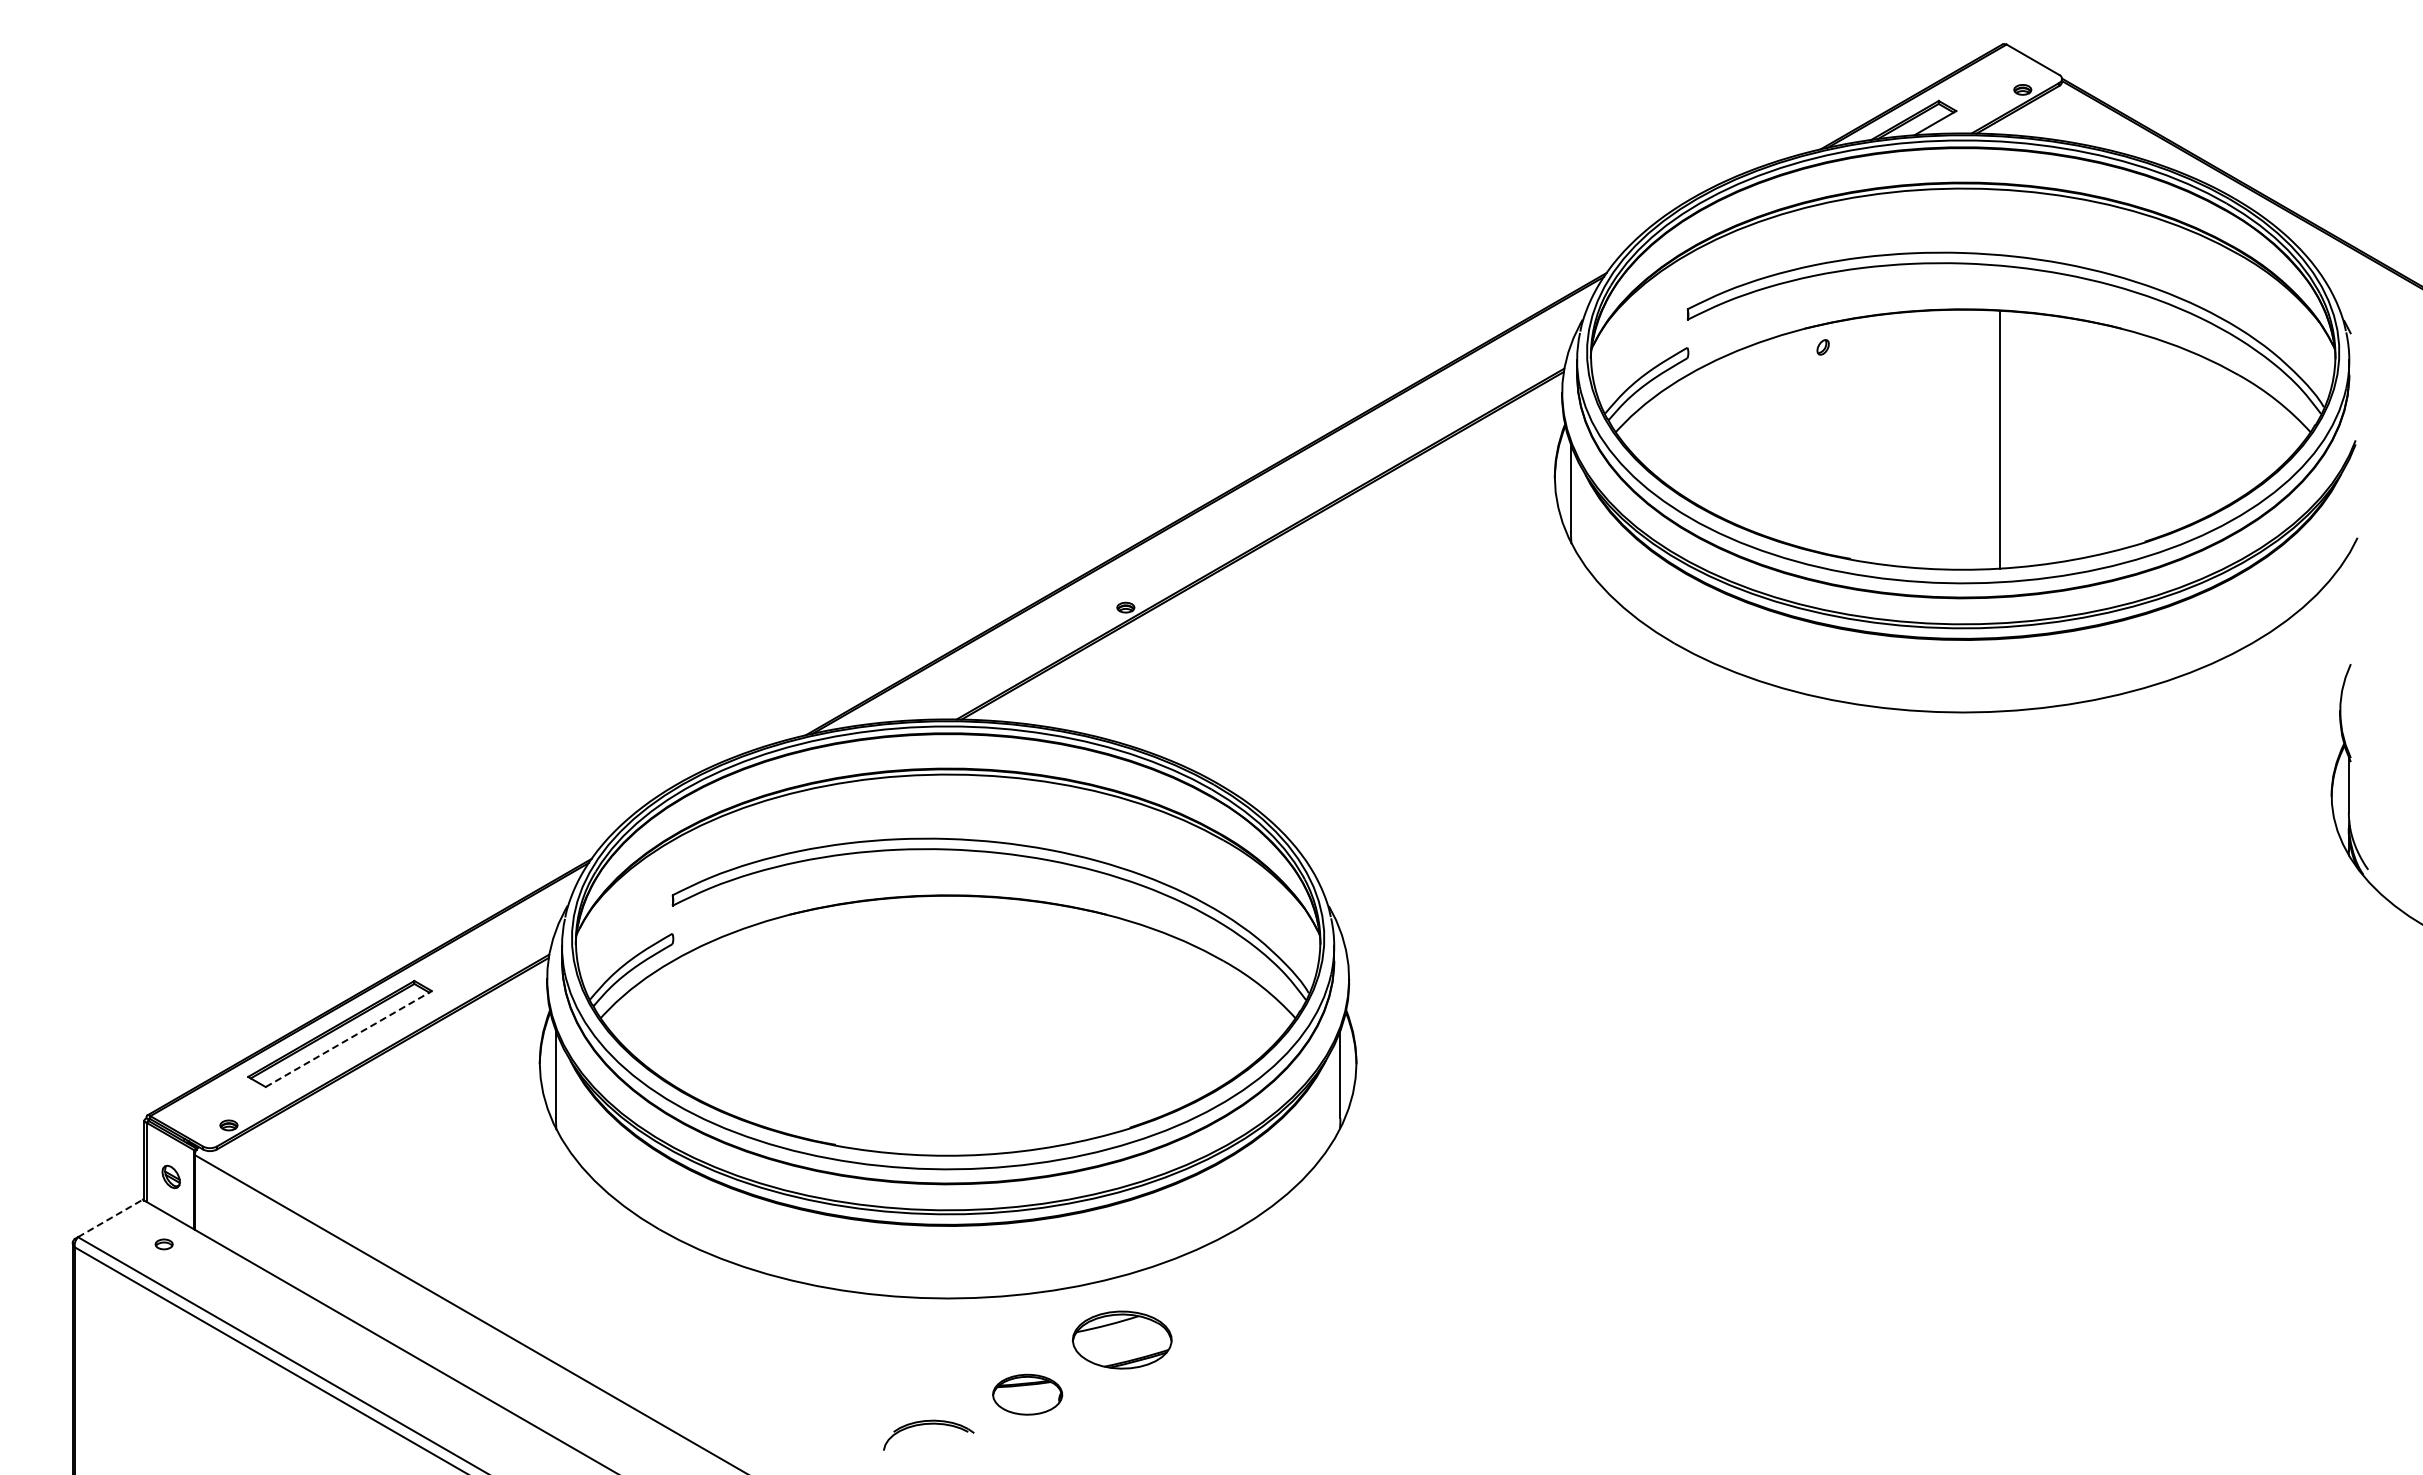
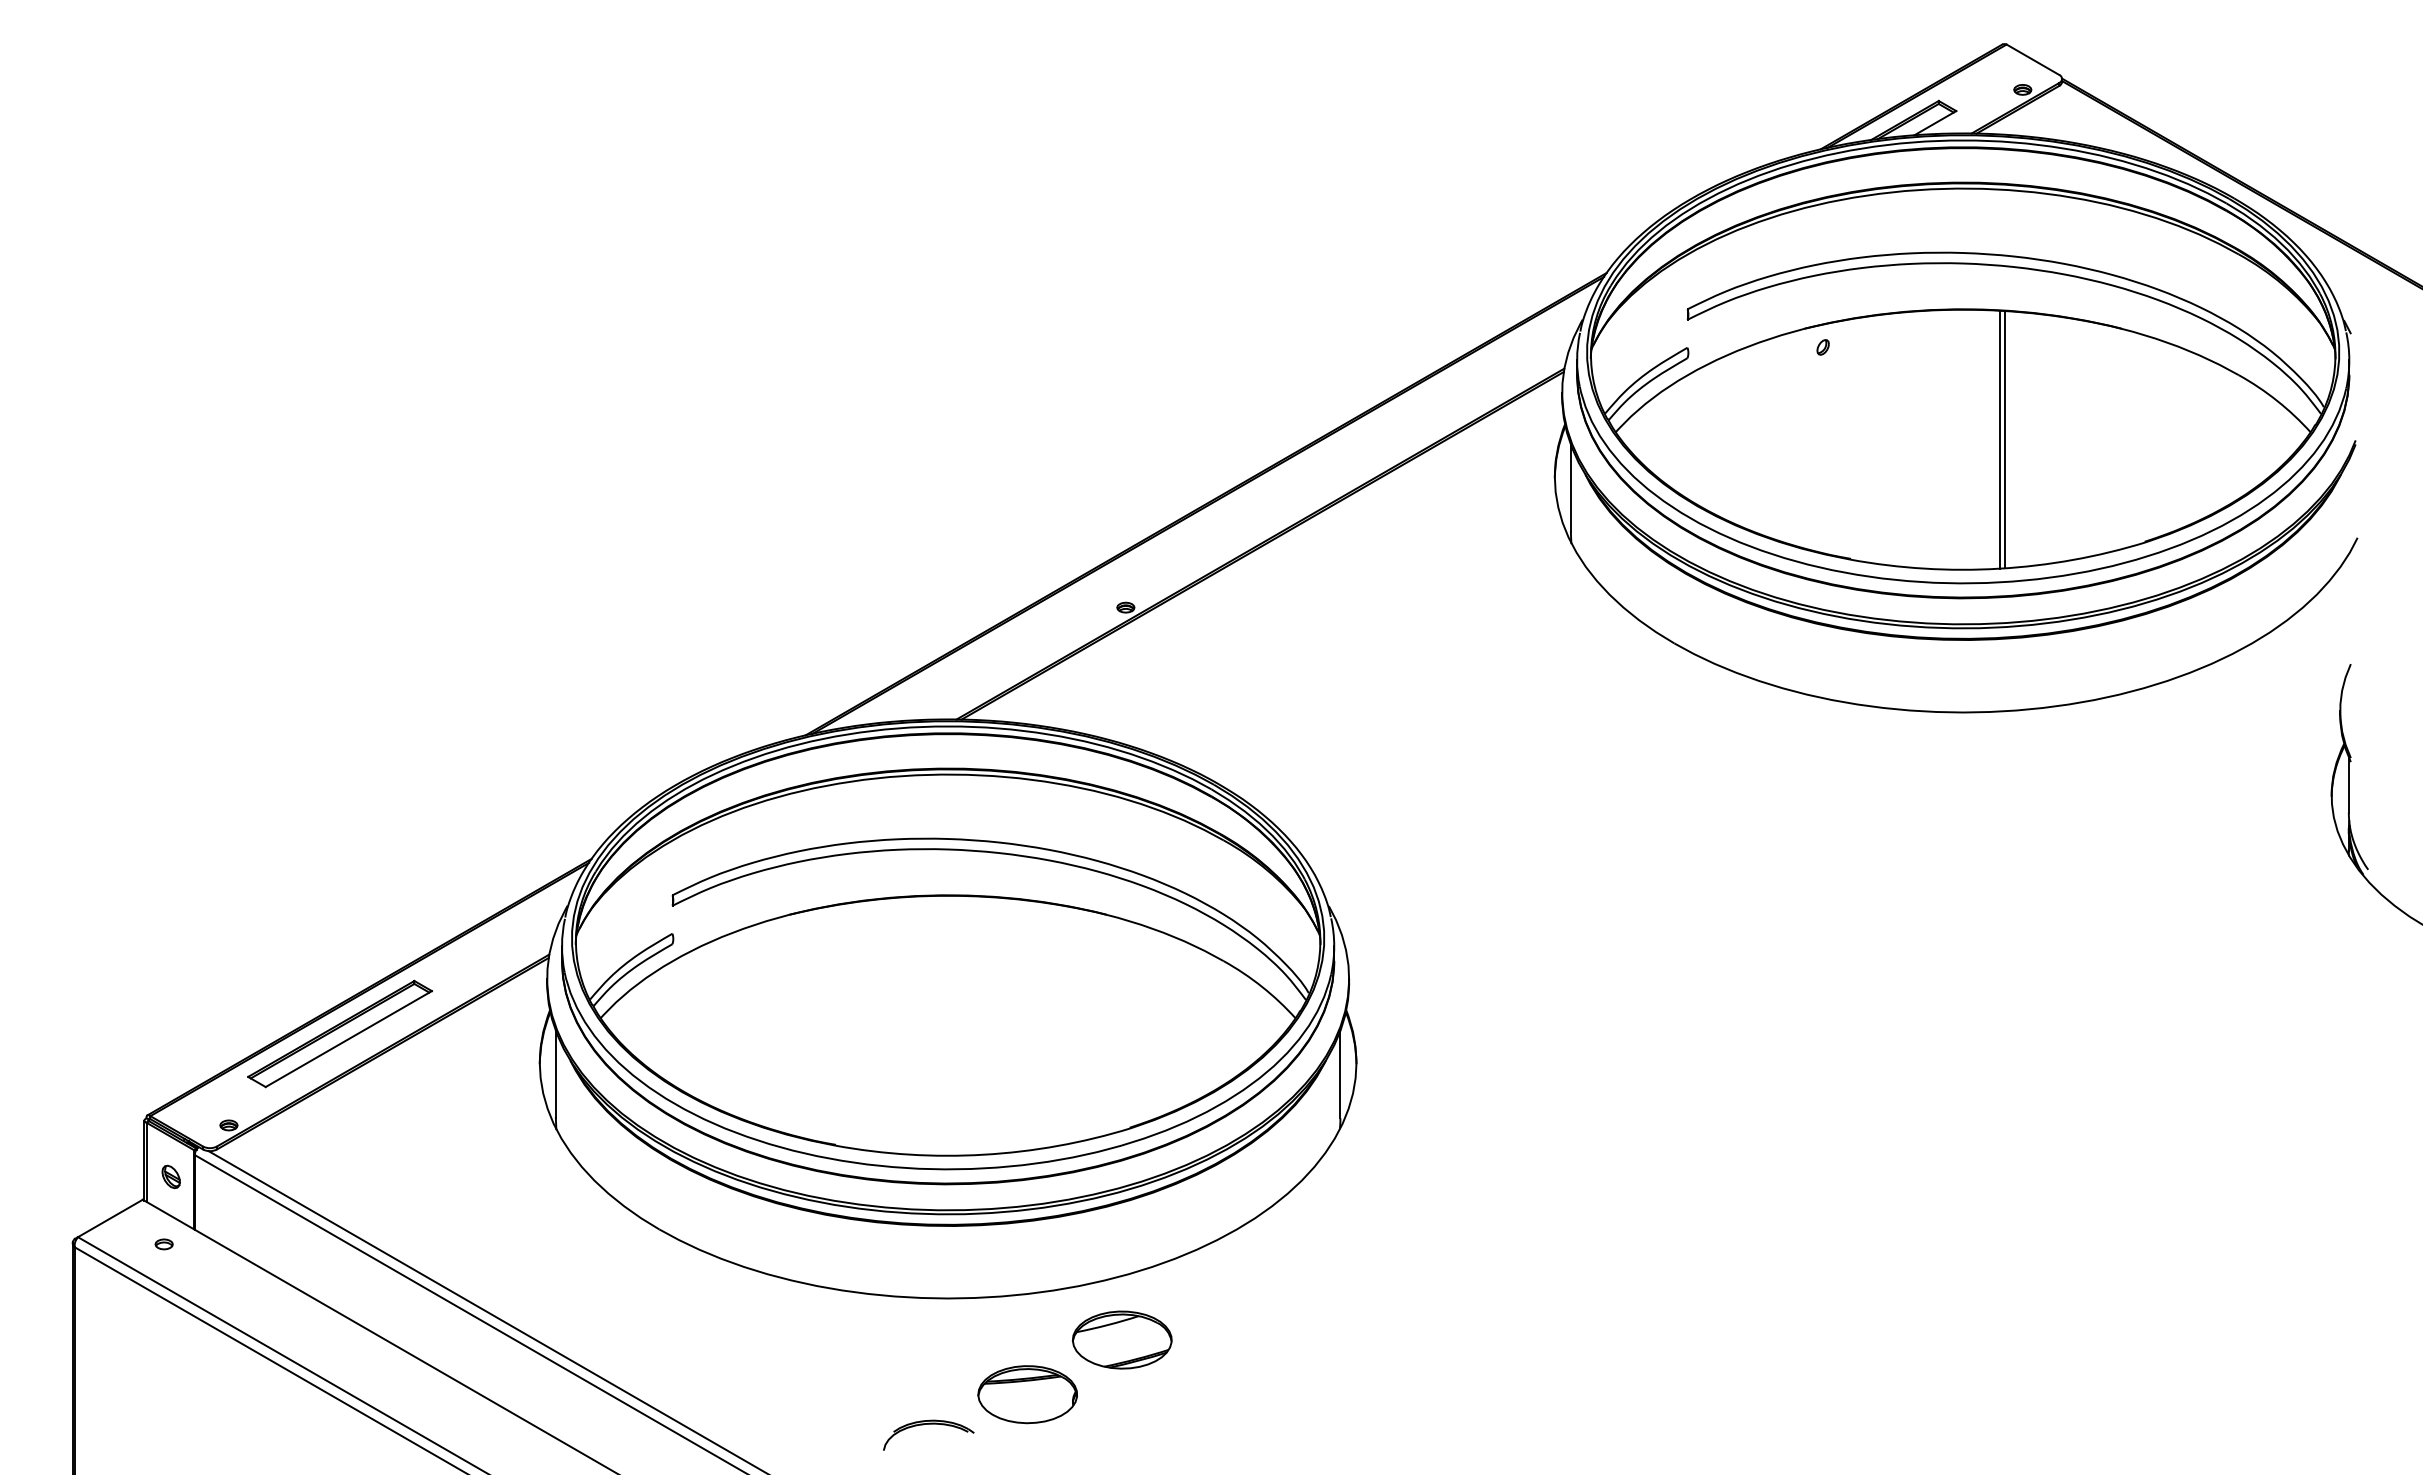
line at (2005, 439): none -> present
line at (348, 1039): dashed -> solid
line at (110, 1218): dashed -> solid
line at (485, 1311): none -> present
part at (1027, 1394) size: 72x43 px -> 101x60 px
